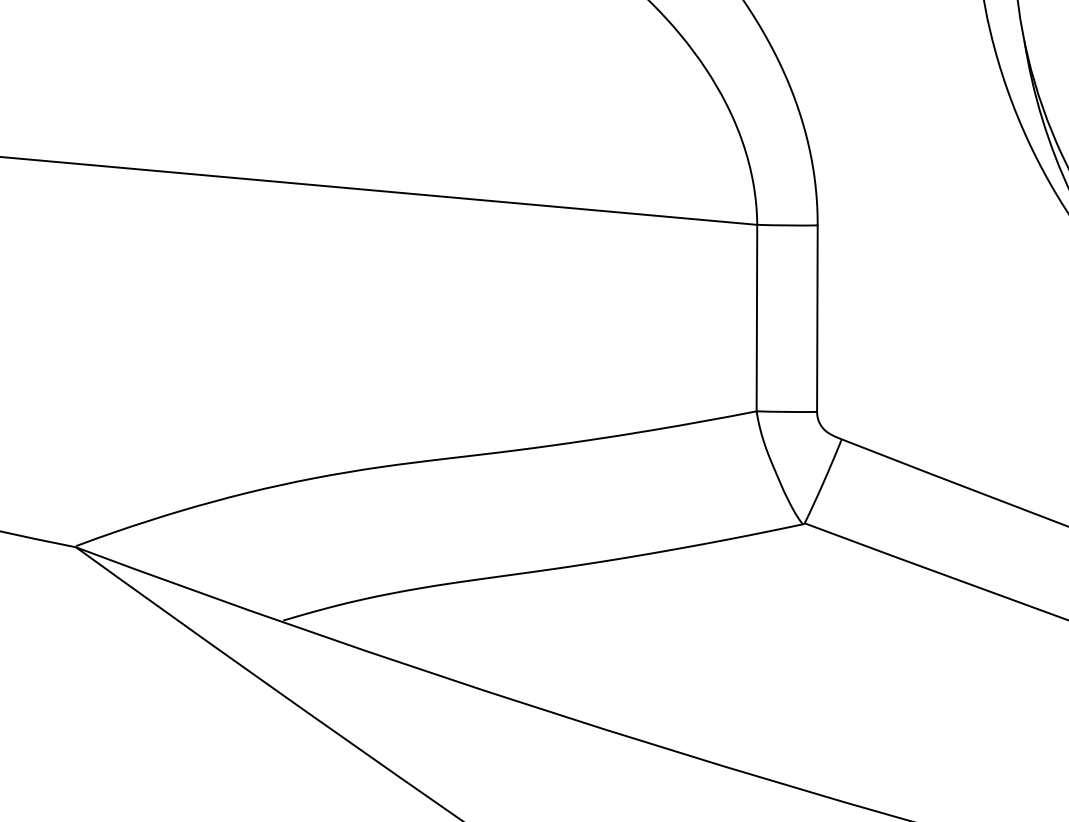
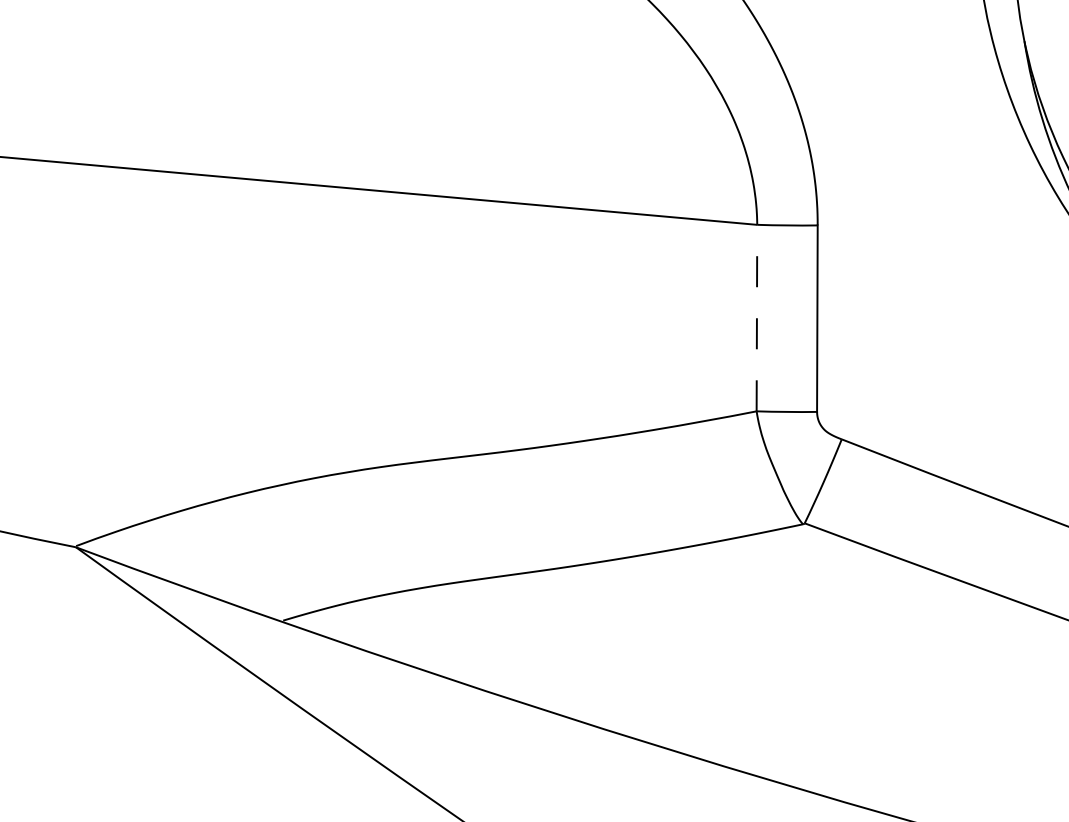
line at (756, 317): solid -> dashed
